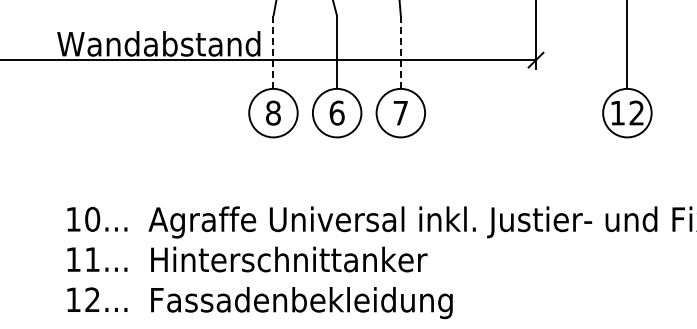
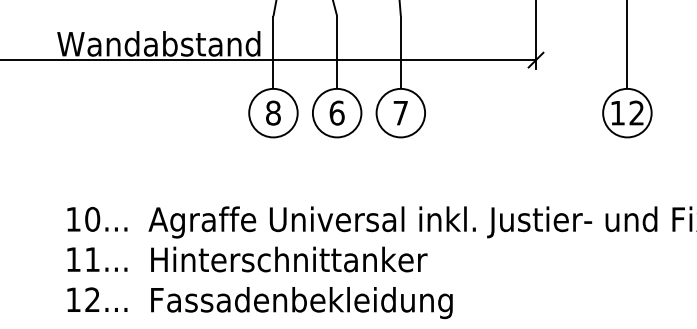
line at (273, 52): dashed -> solid
line at (400, 52): dashed -> solid
